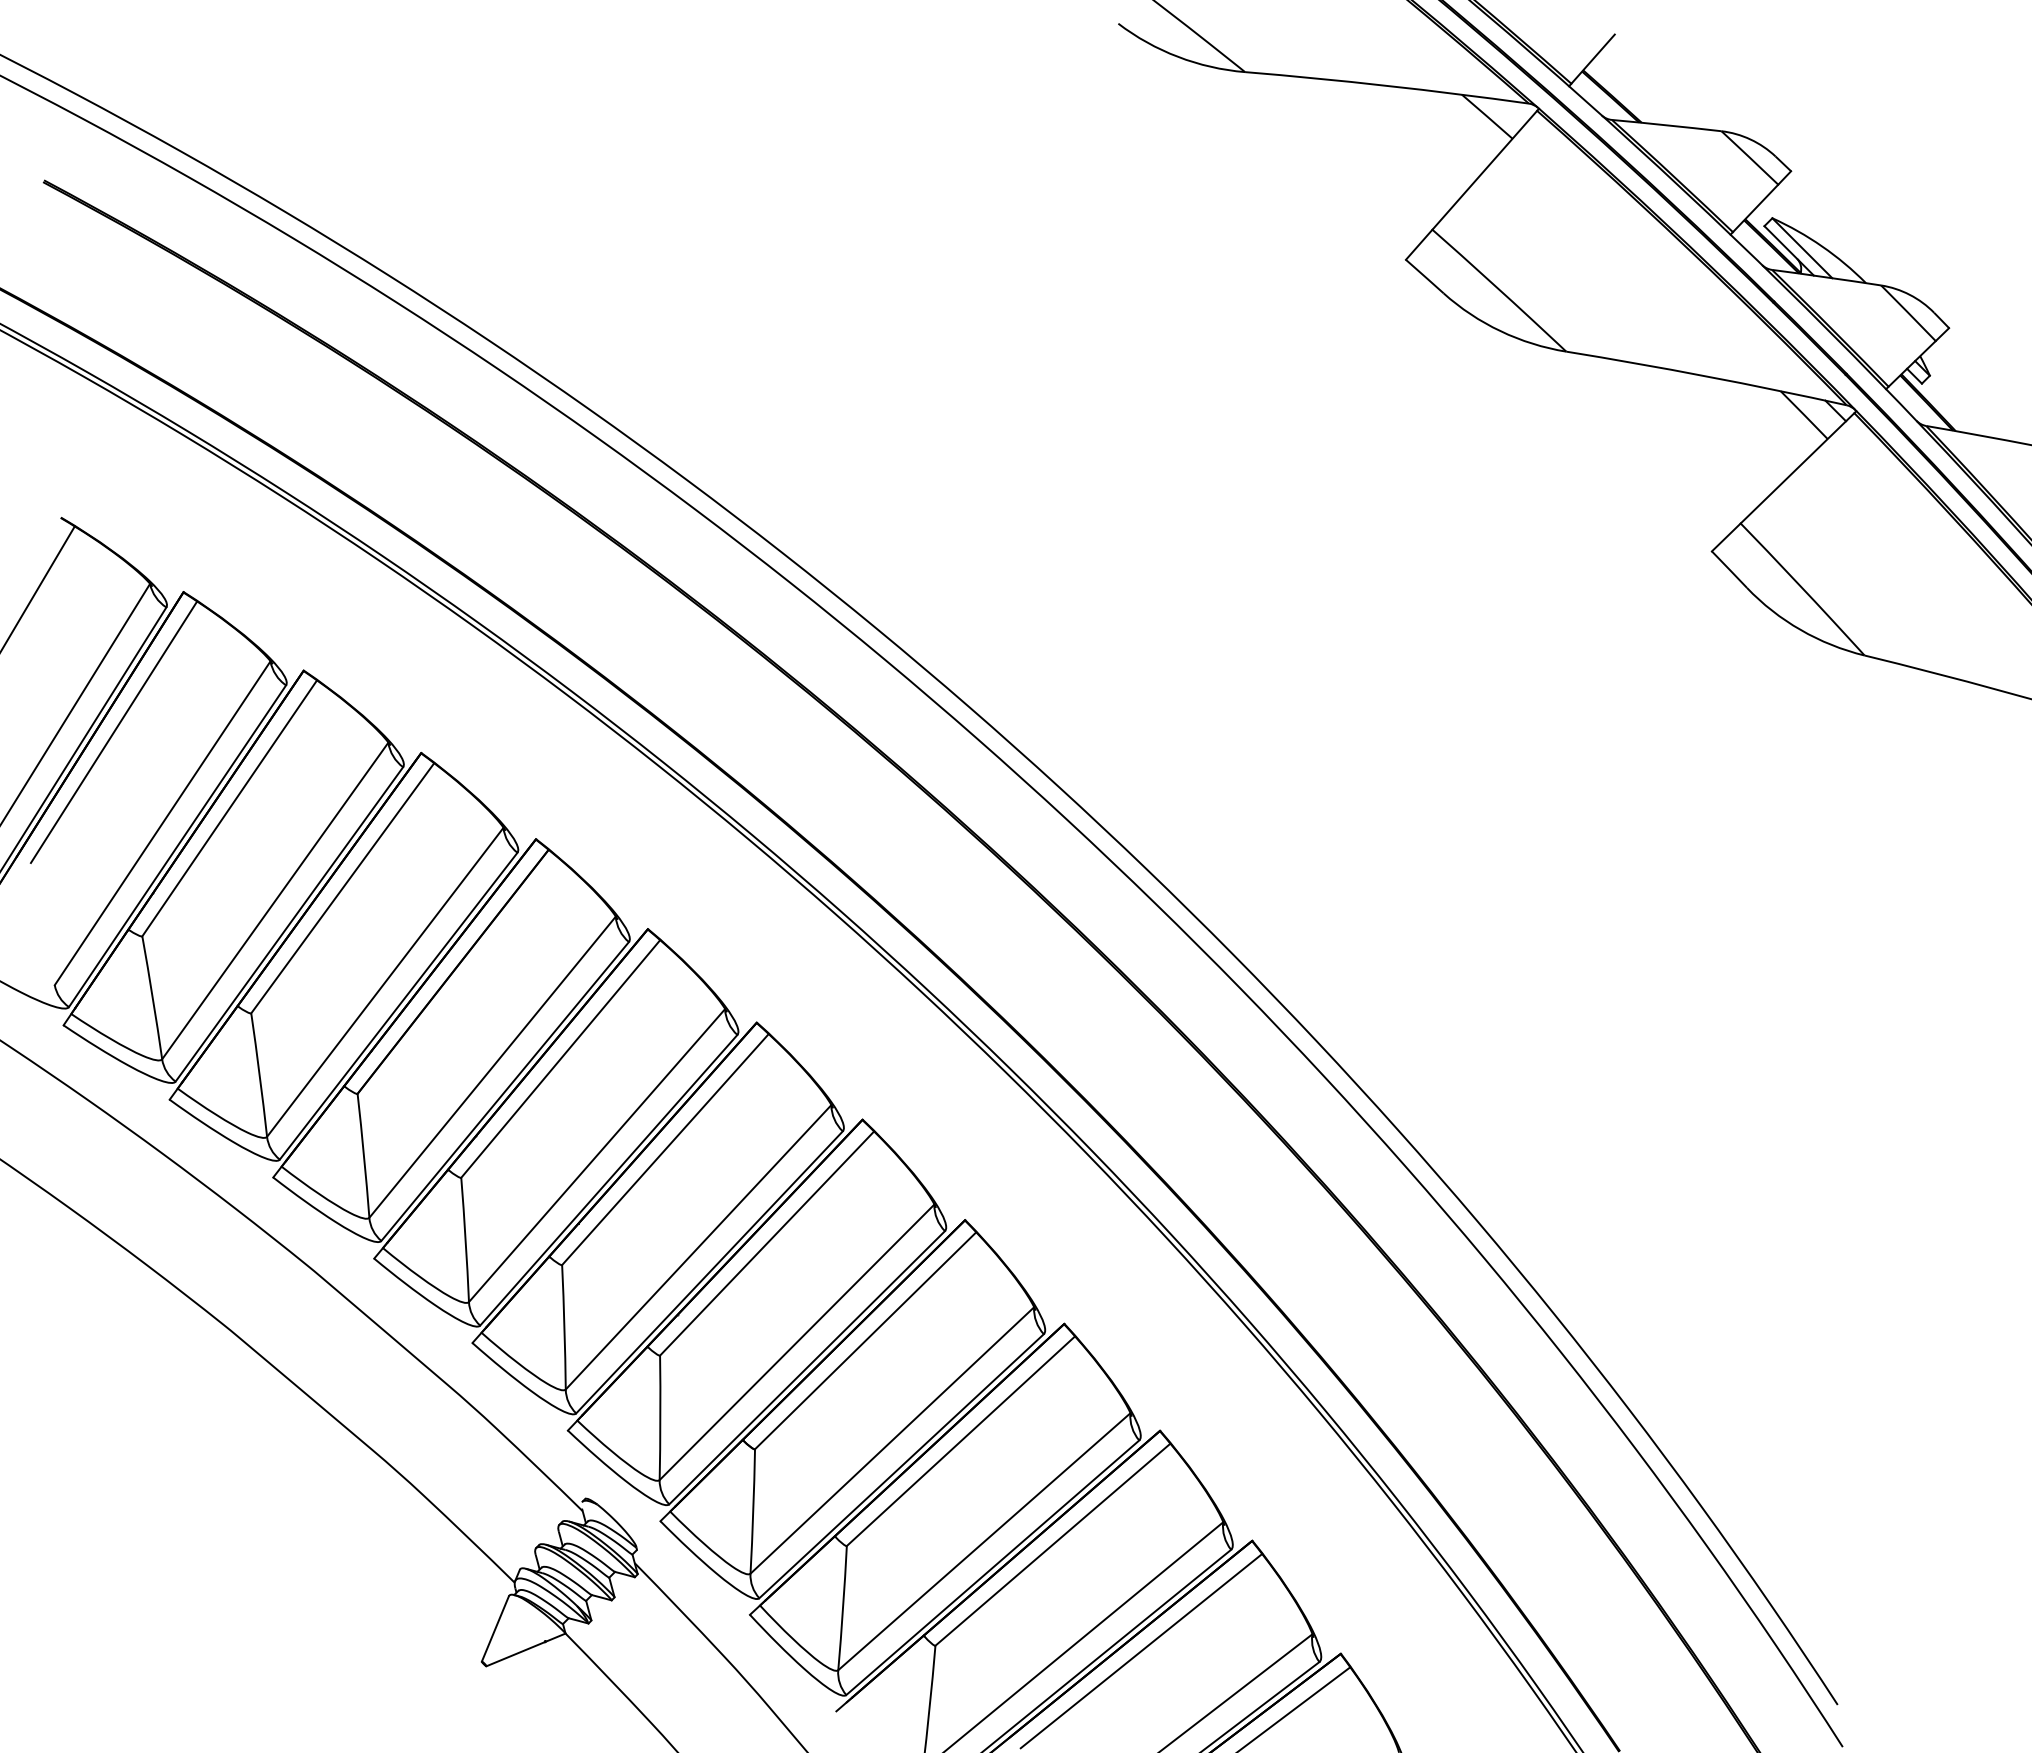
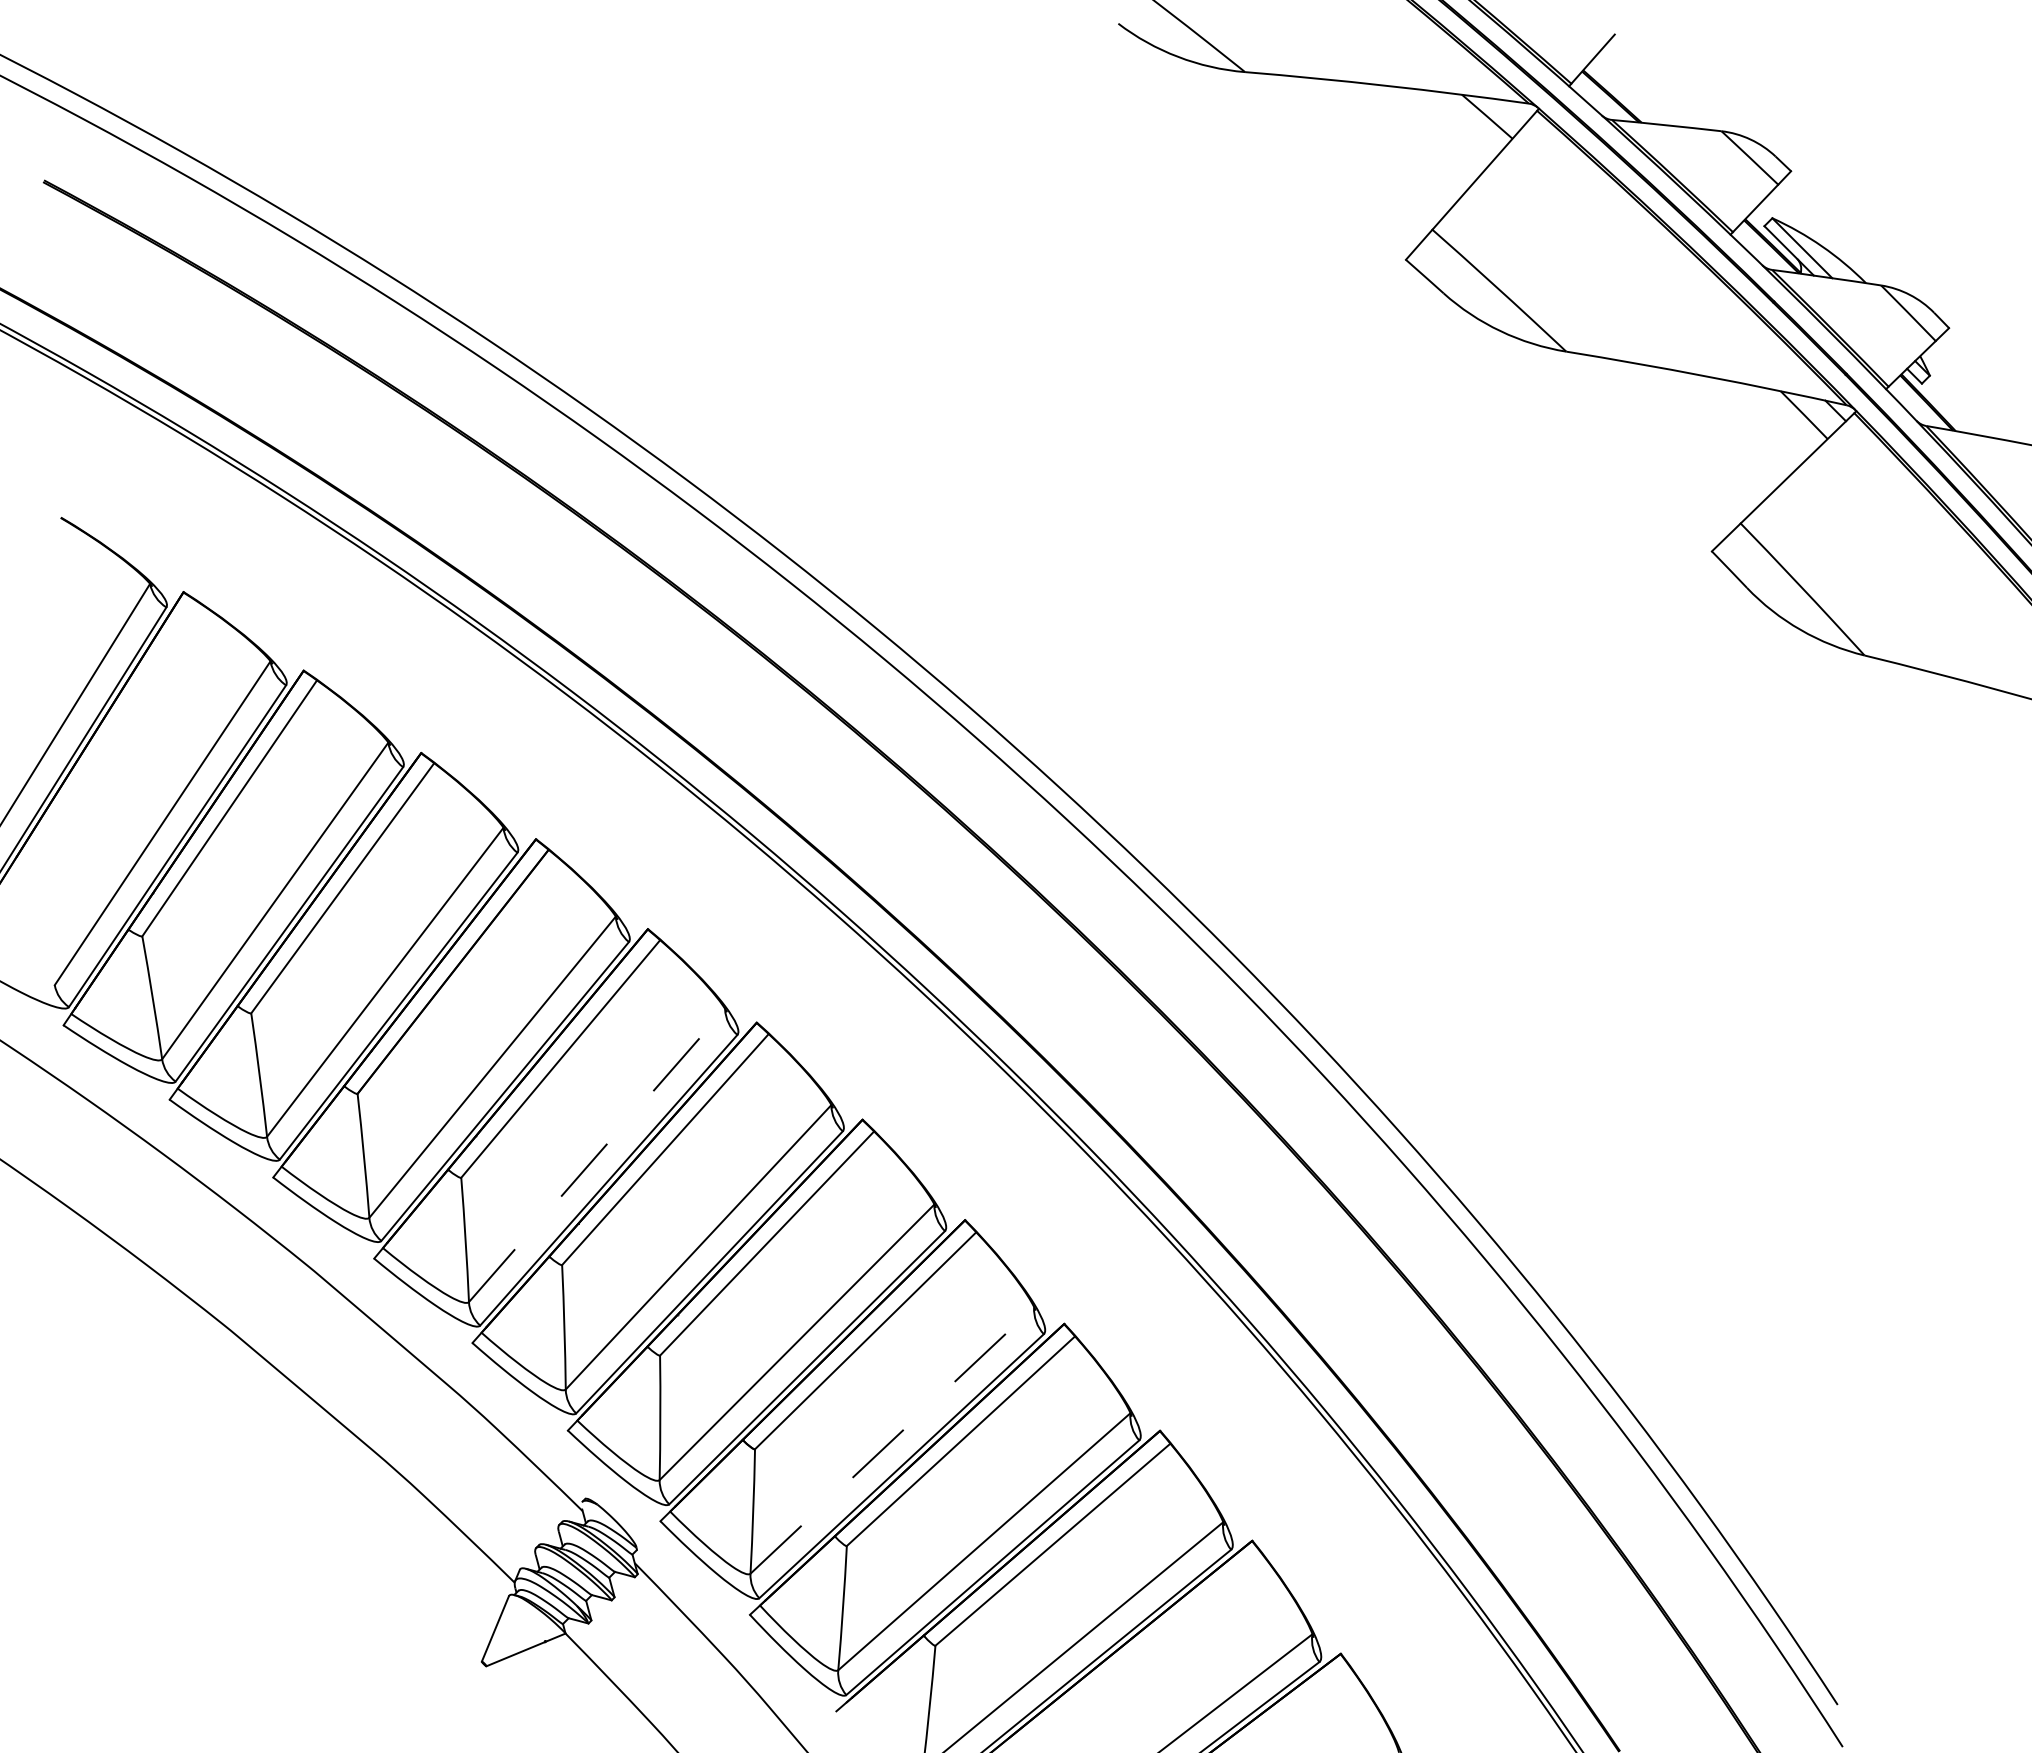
line at (38, 587): present -> none
line at (113, 732): present -> none
line at (597, 1155): solid -> dashed
line at (892, 1440): solid -> dashed
line at (1141, 1650): present -> none
line at (1295, 1708): present -> none
